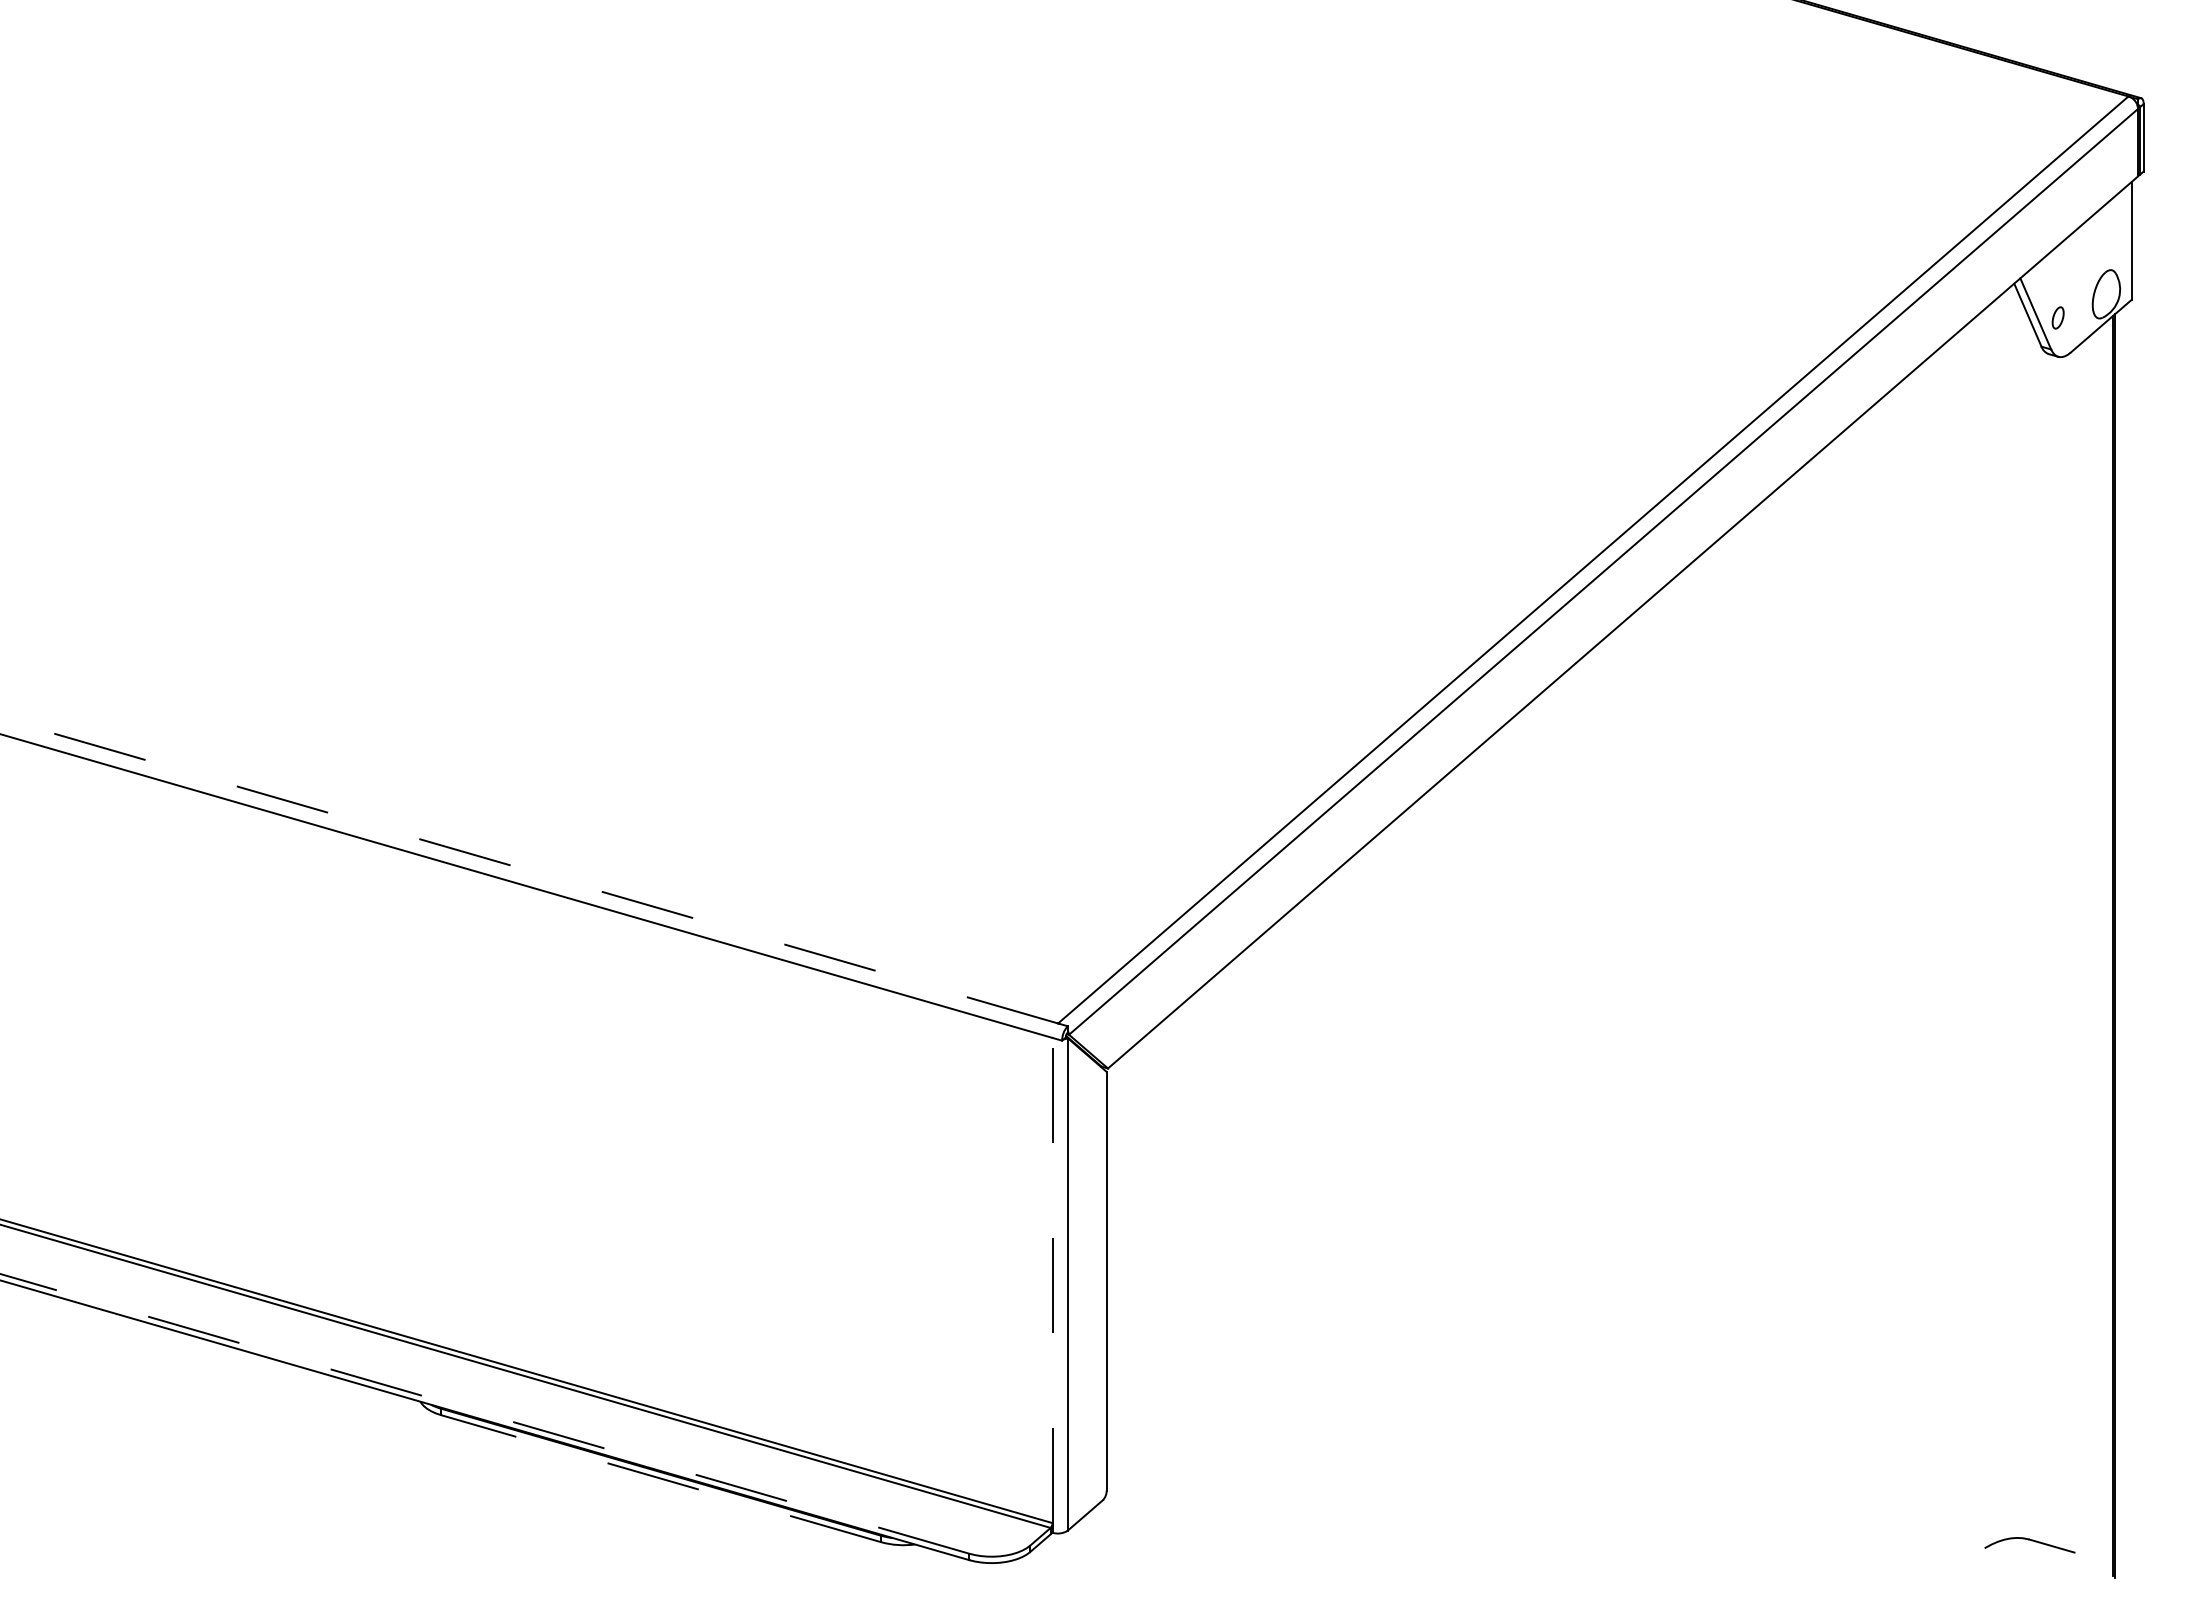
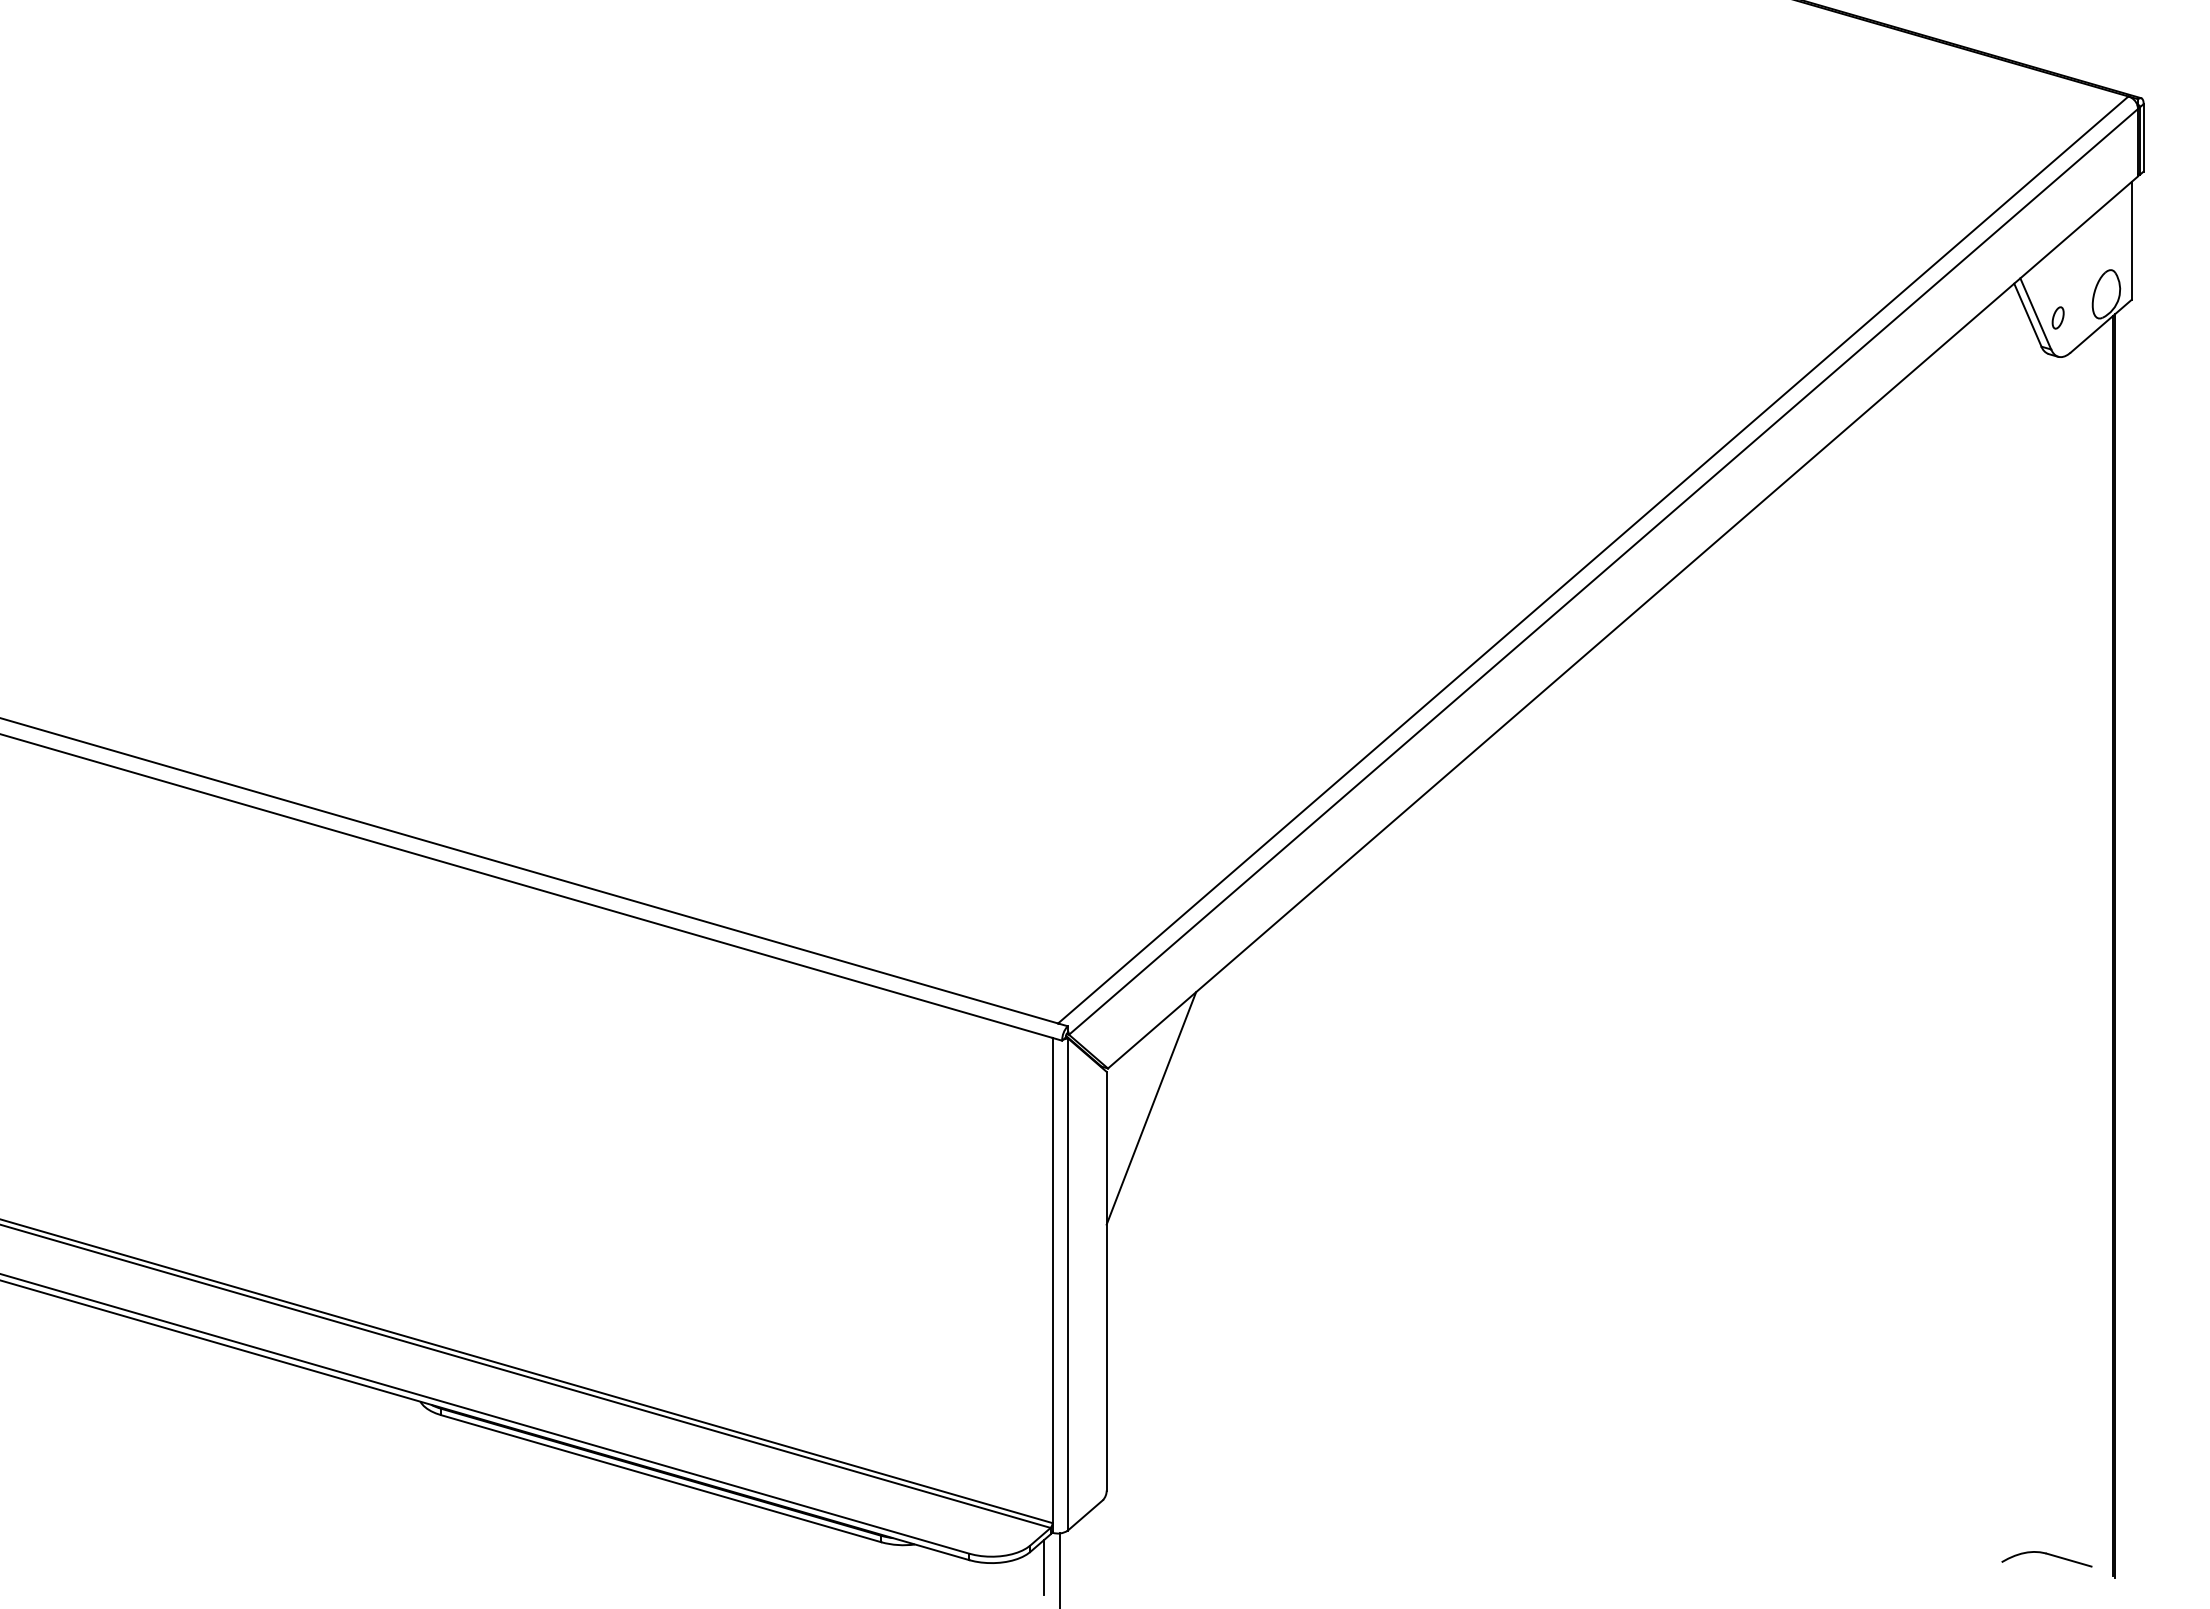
line at (528, 870): dashed -> solid
line at (1151, 1108): none -> present
line at (1052, 1280): dashed -> solid
line at (484, 1413): dashed -> solid
line at (660, 1478): dashed -> solid
part at (2029, 1545) position: (2029, 1545) -> (2046, 1559)
line at (1044, 1566): none -> present
line at (1059, 1569): none -> present
